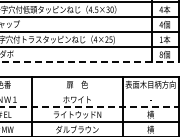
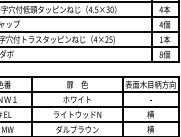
line at (90, 62): dashed -> solid
line at (89, 92): none -> present
line at (89, 107): dashed -> solid
